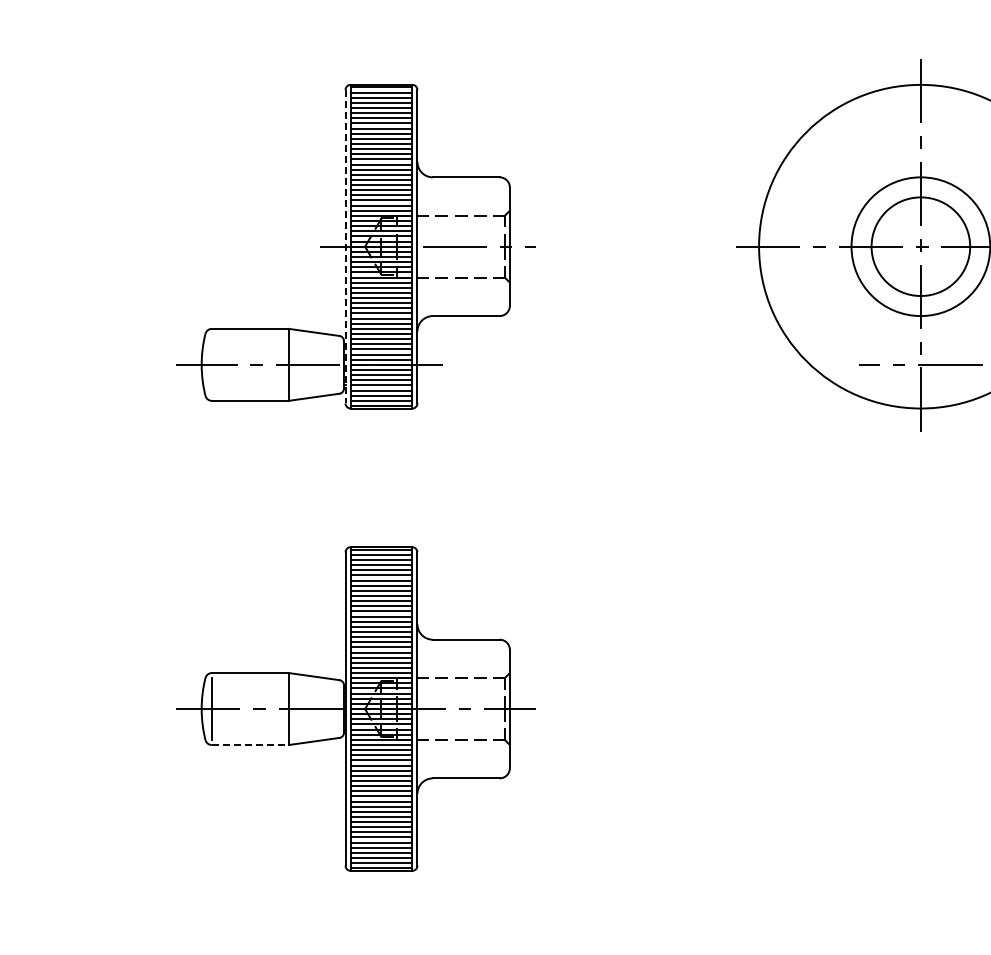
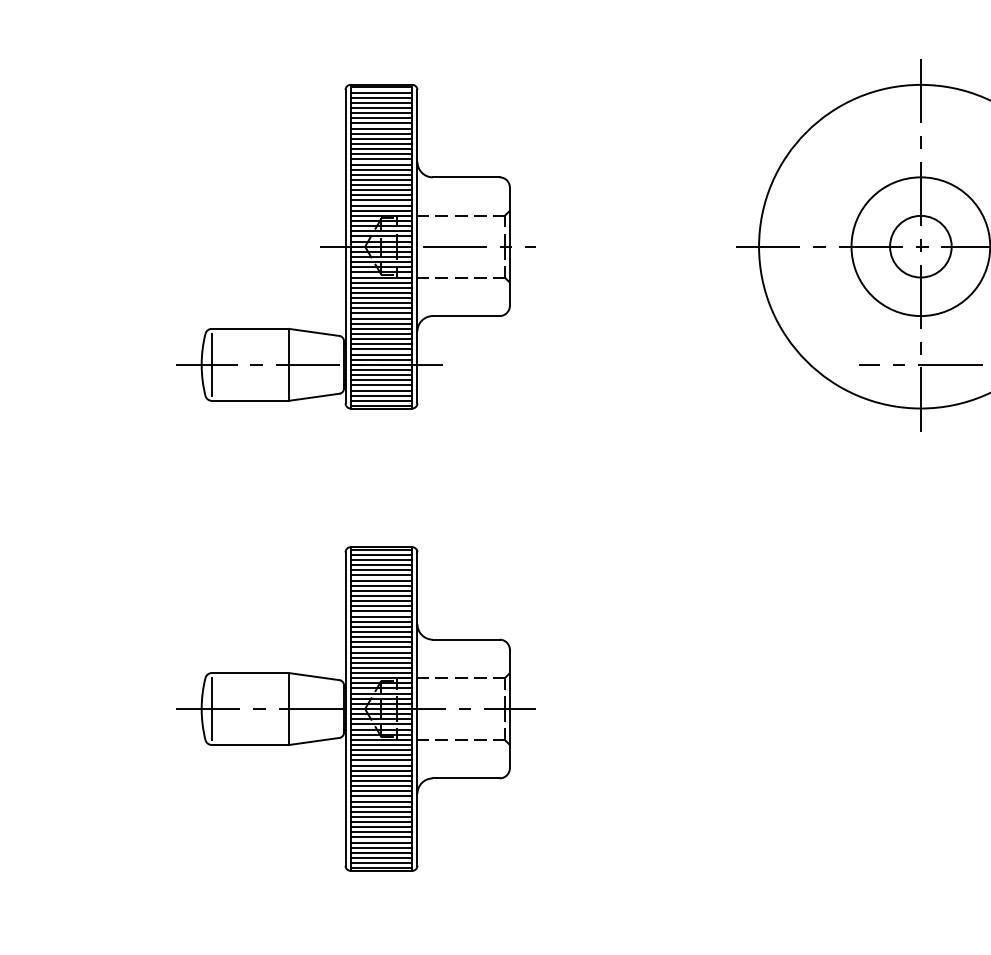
line at (345, 246): dashed -> solid
circle at (920, 246) diameter: 99 px -> 62 px
line at (211, 364): none -> present
line at (250, 745): dashed -> solid
